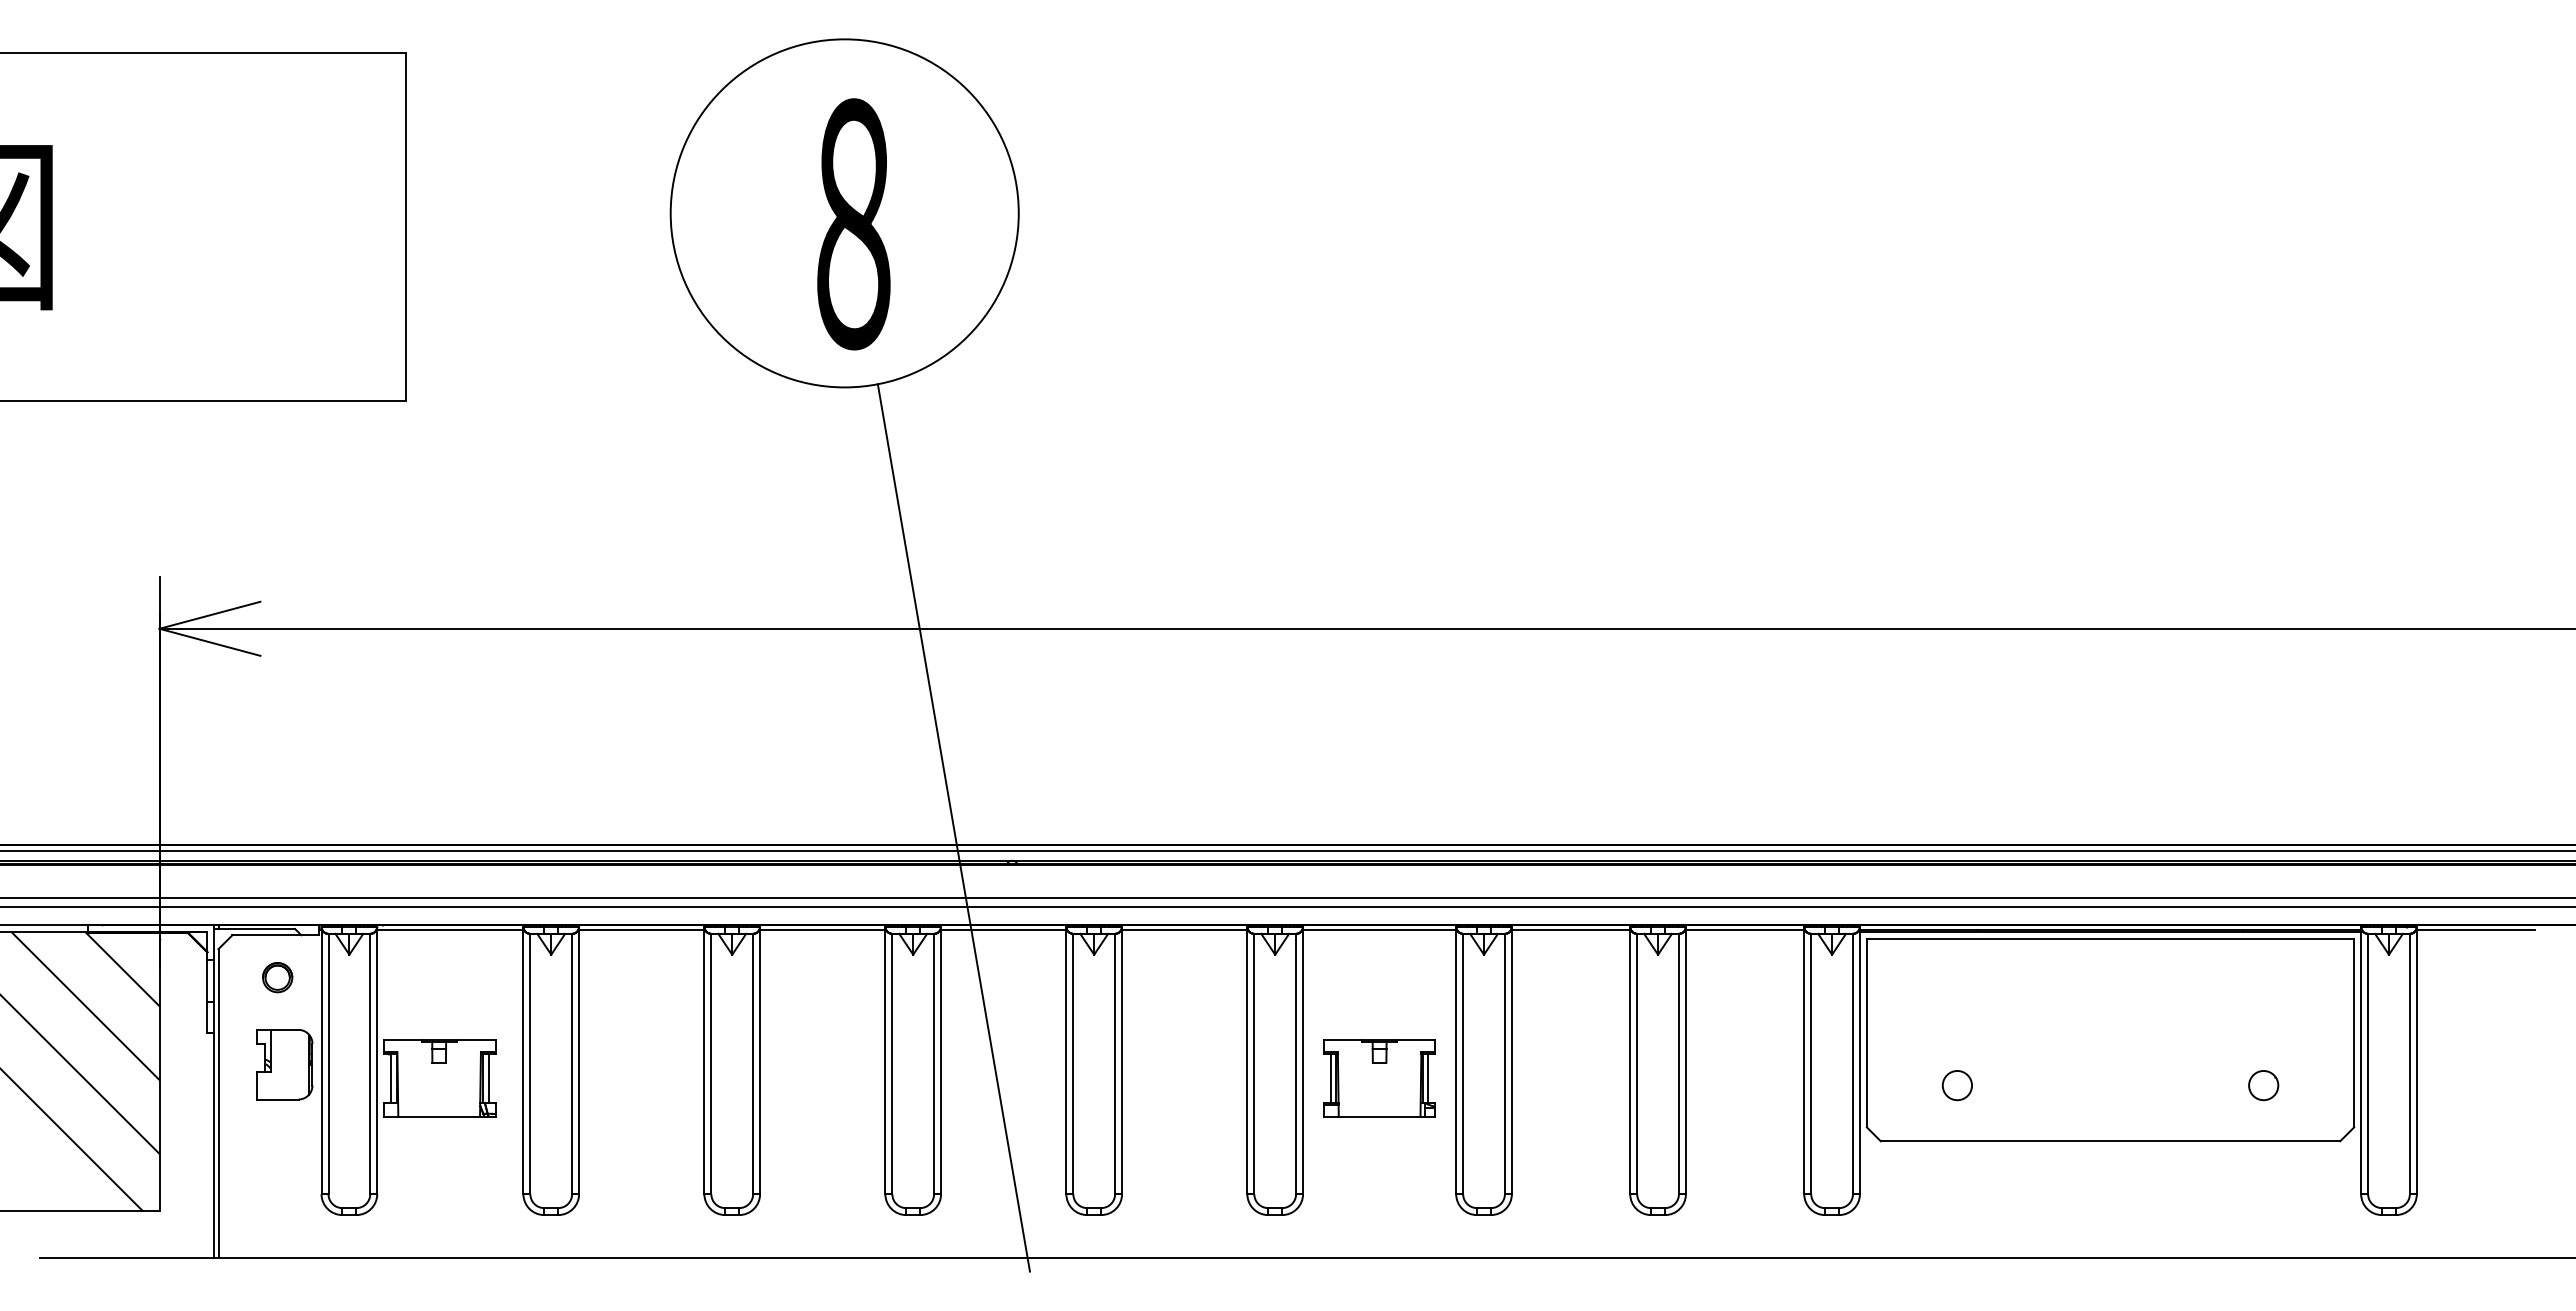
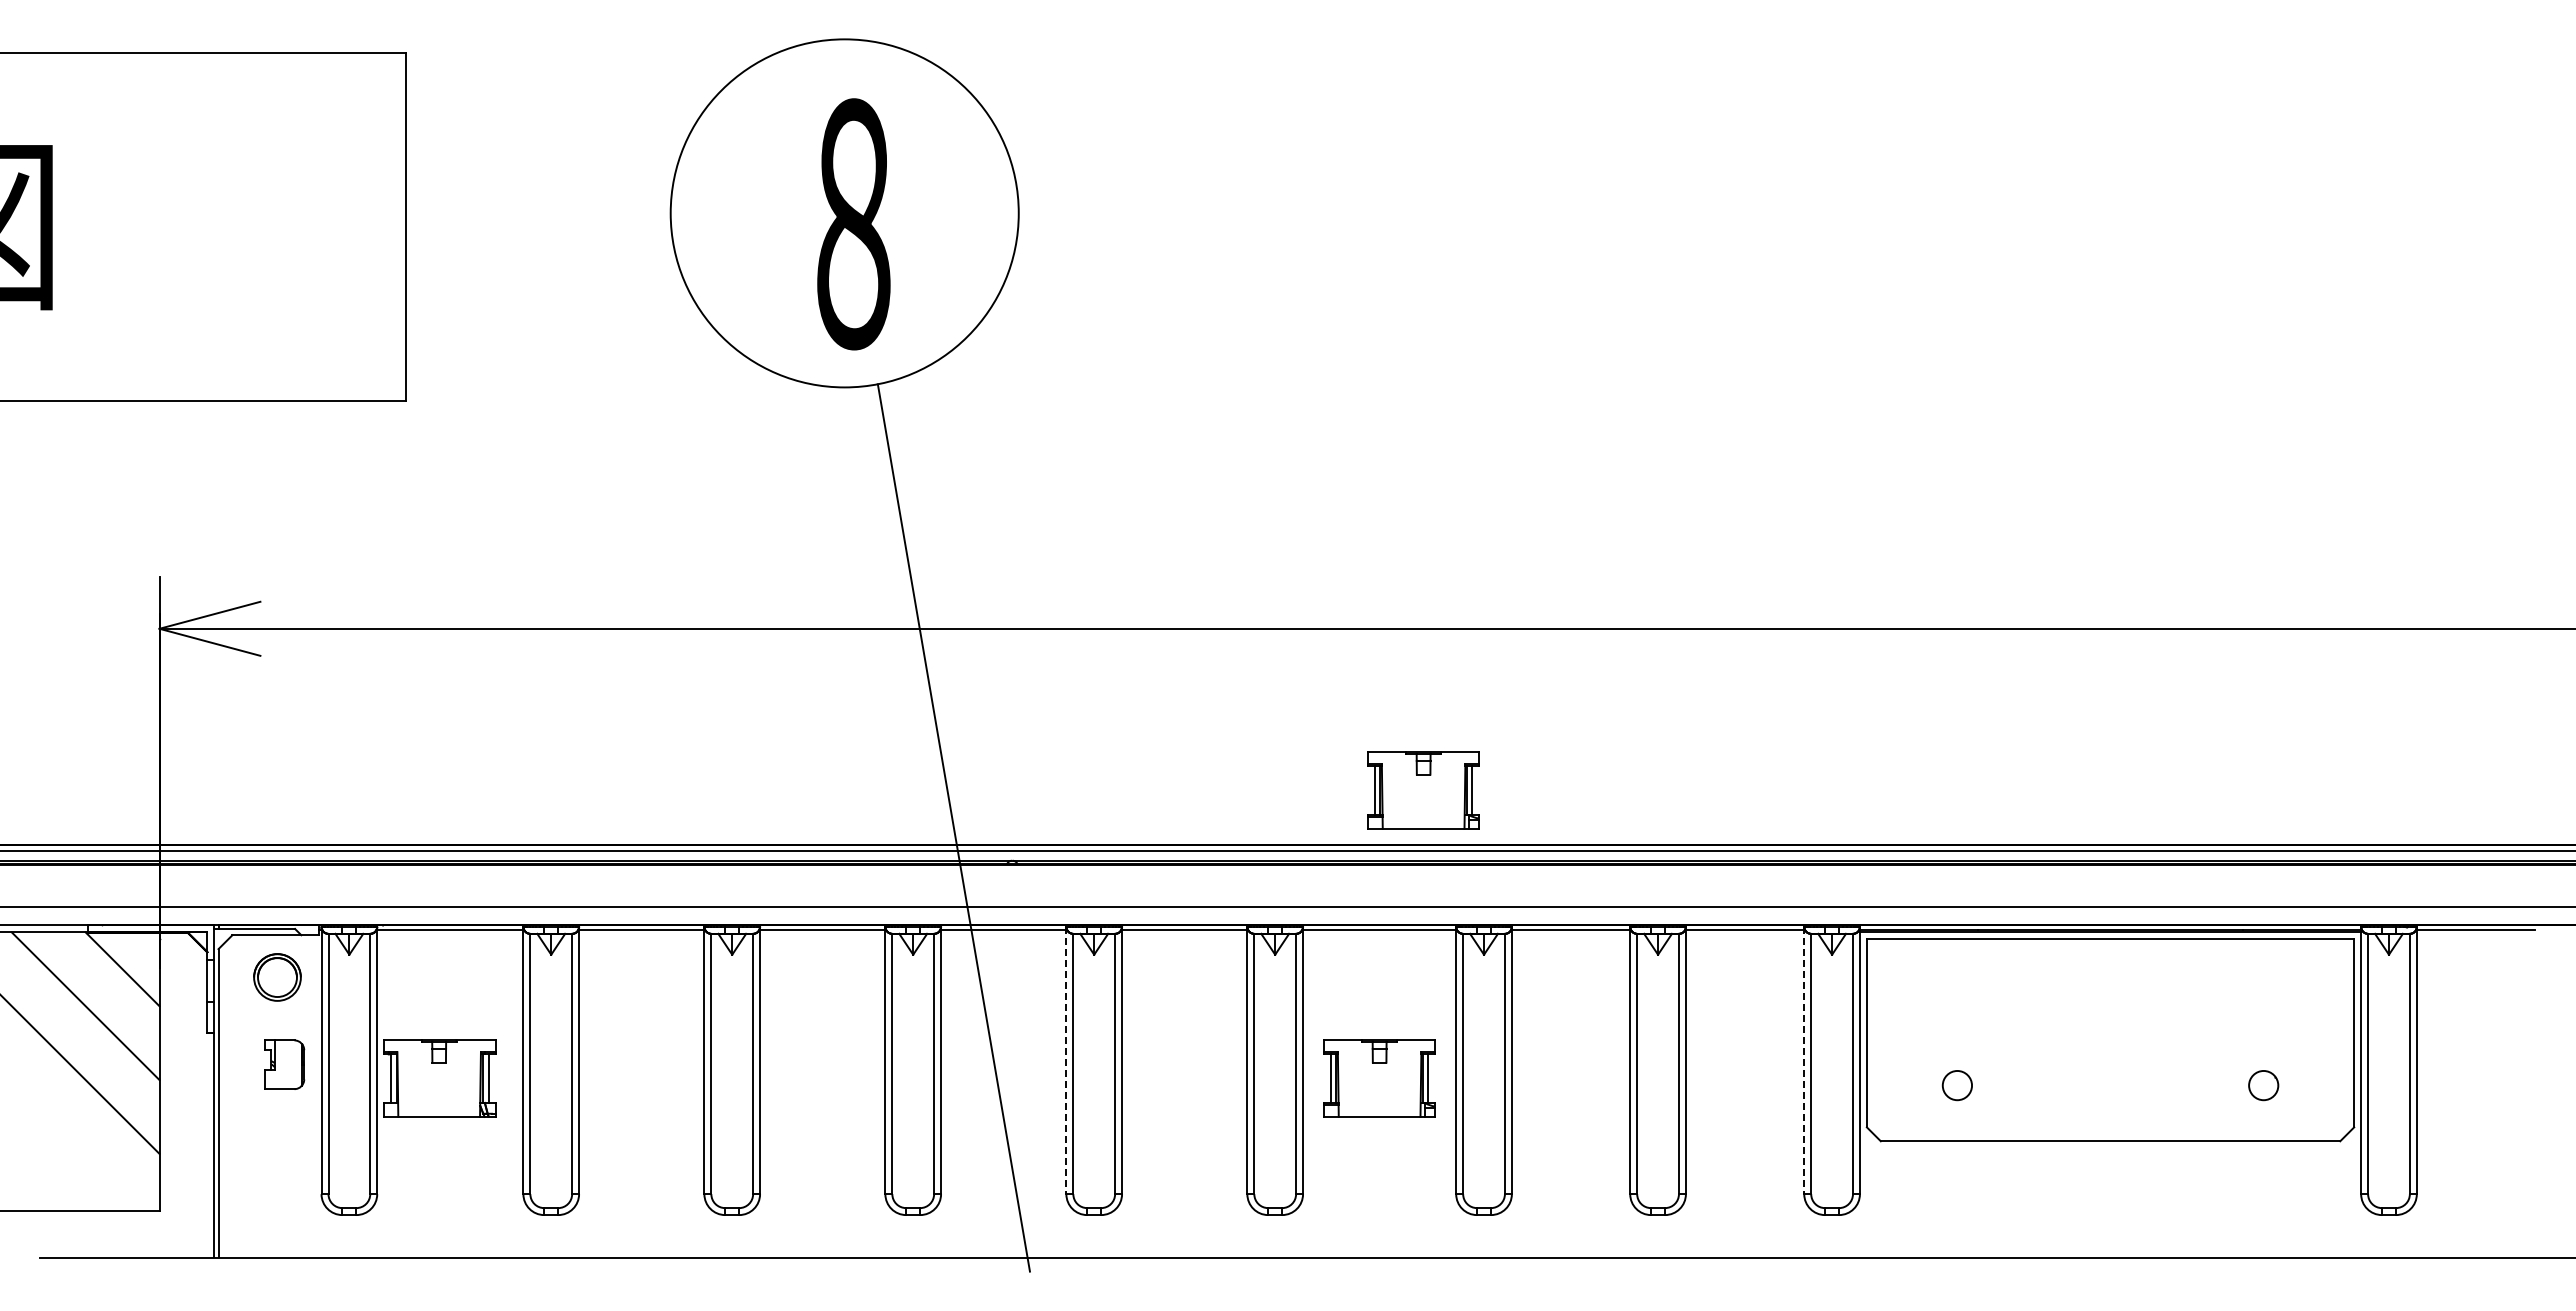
part at (1423, 790): none -> present
line at (1287, 898): present -> none
part at (277, 977) size: 32x32 px -> 49x49 px
line at (1066, 1060): solid -> dashed
line at (1804, 1060): solid -> dashed
part at (284, 1064) size: 58x72 px -> 42x51 px
line at (72, 1140): present -> none
